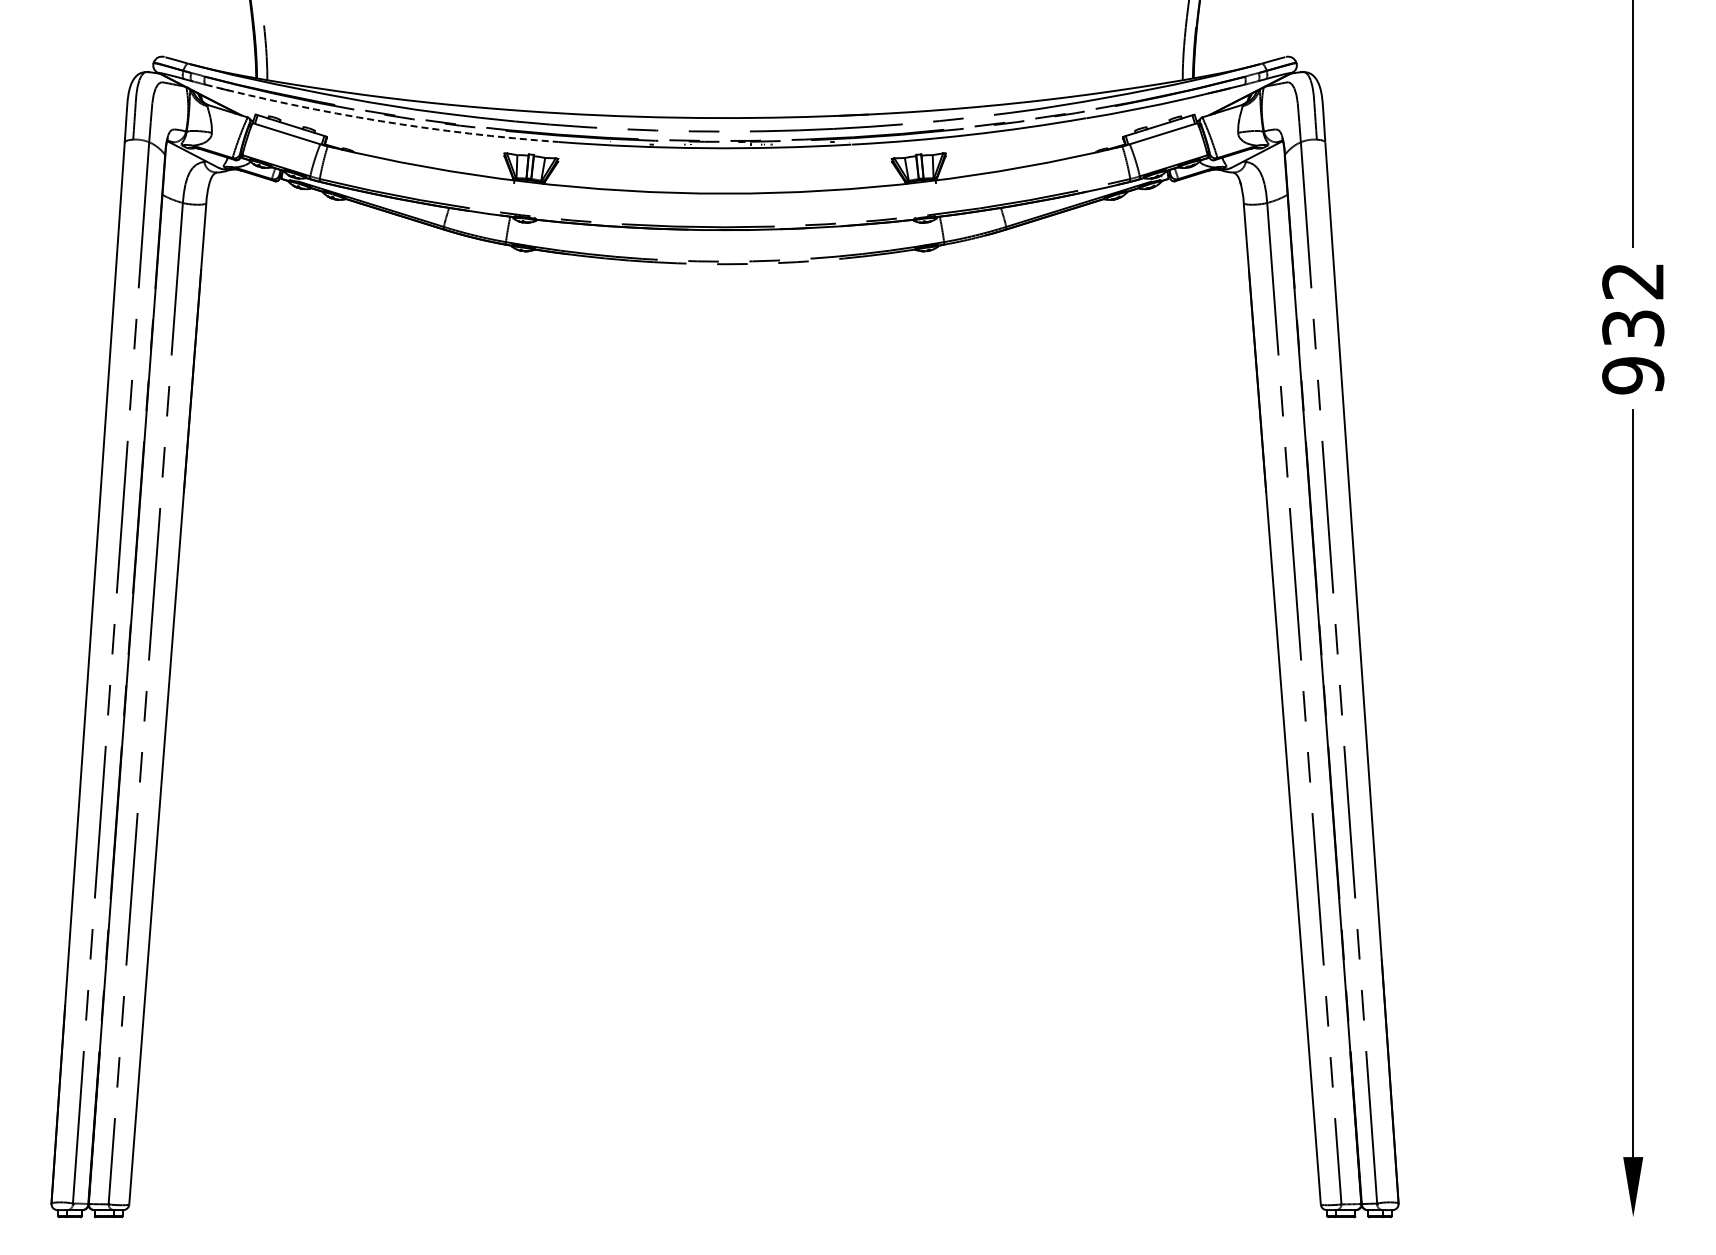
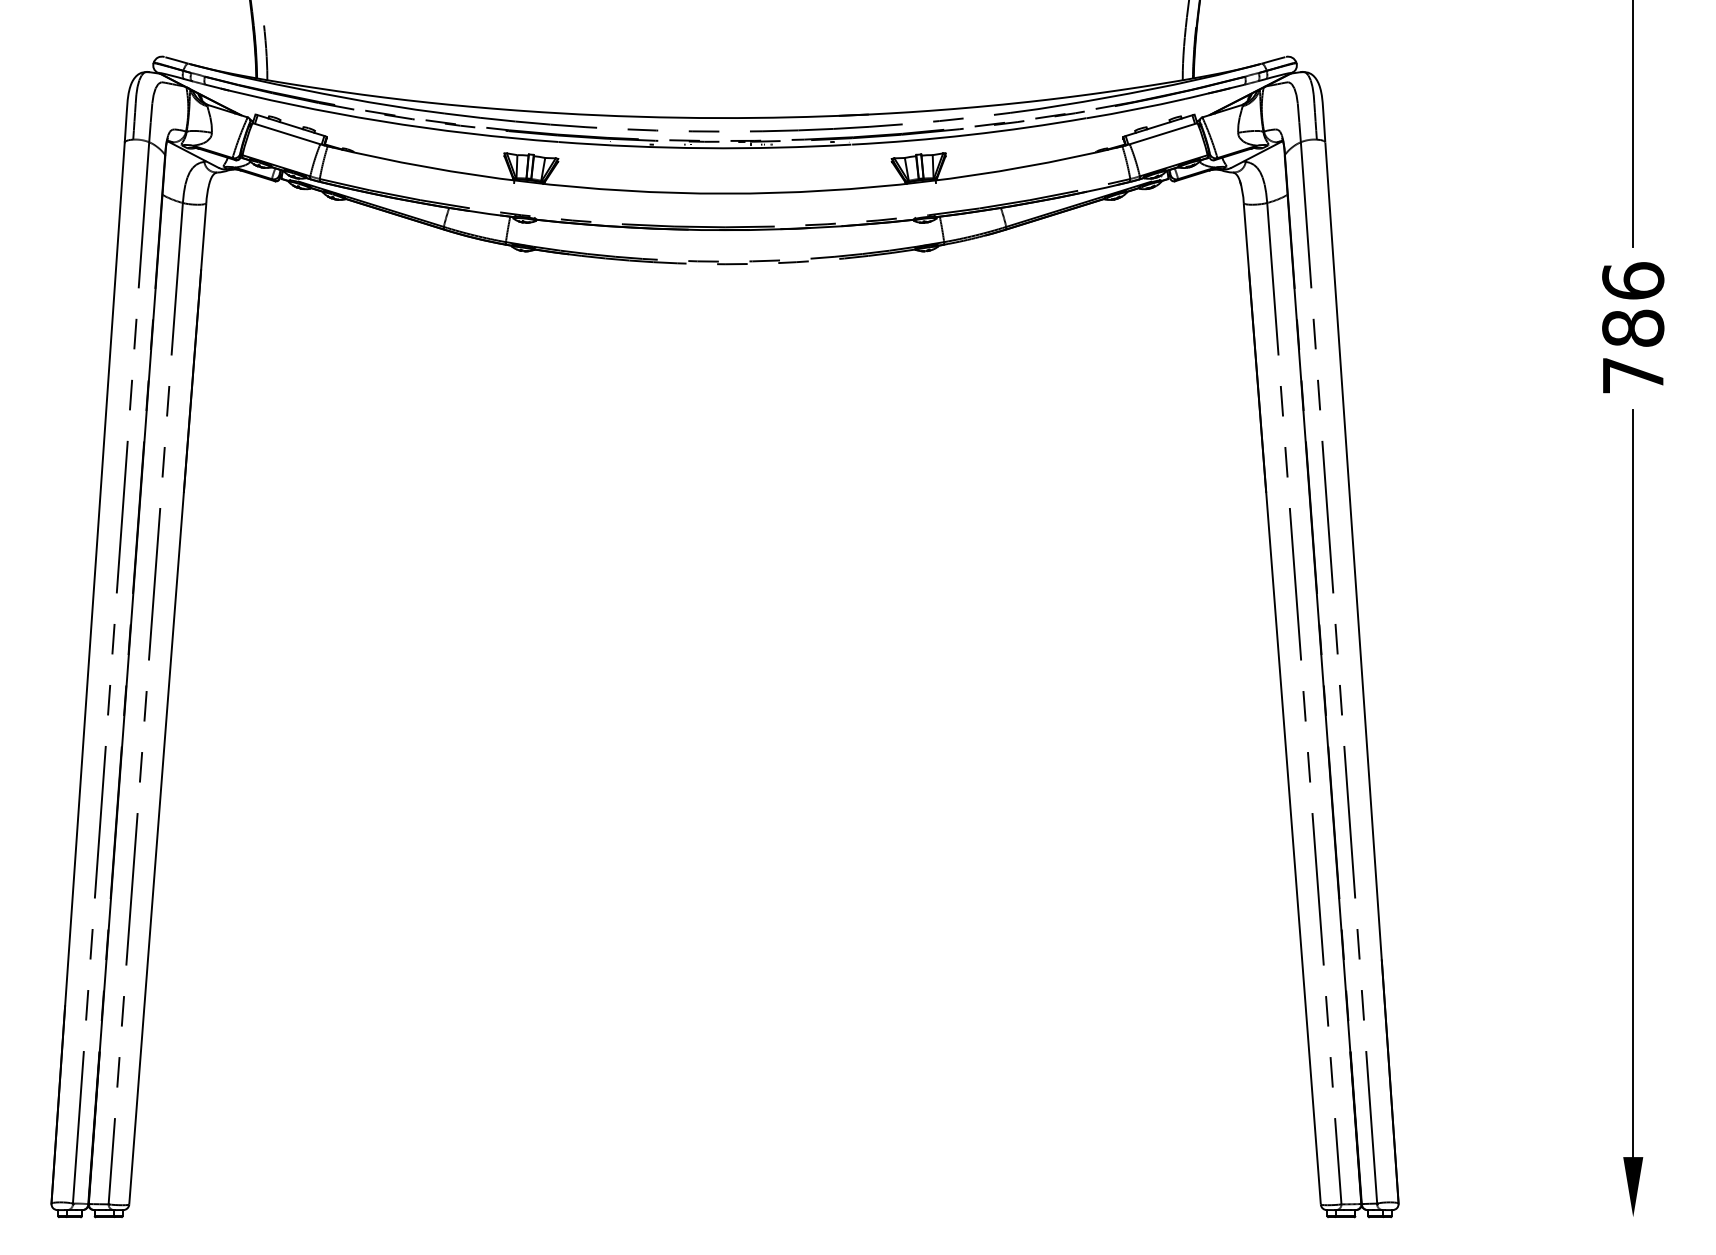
arc at (380, 121): dashed -> solid
text at (1633, 328): 932 -> 786
